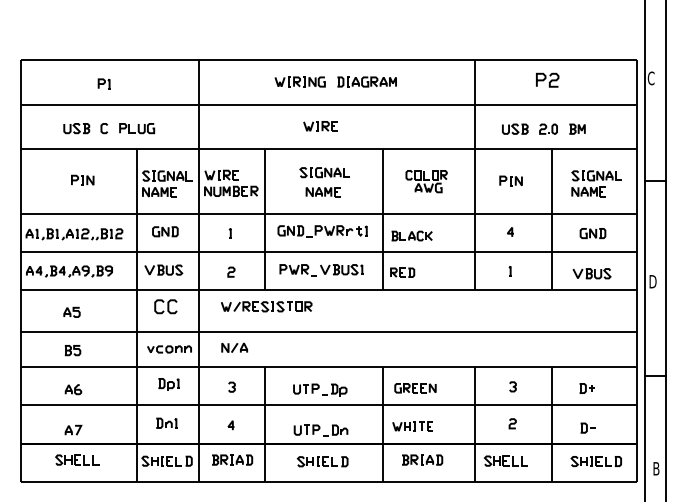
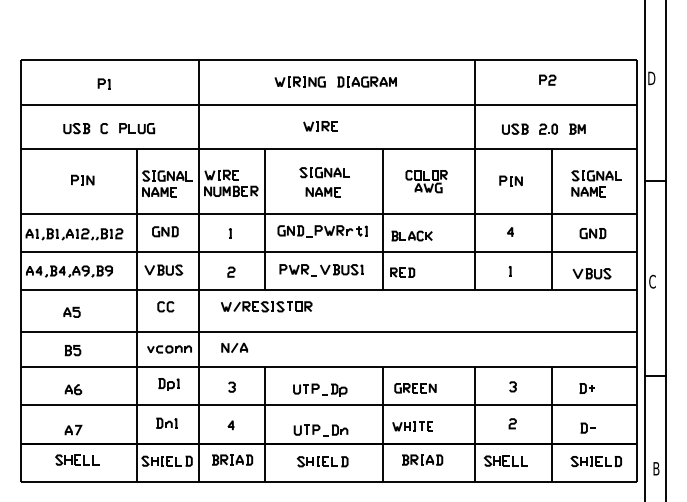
text at (651, 78): C -> D
part at (547, 79) size: 24x16 px -> 18x12 px
text at (652, 281): D -> C
part at (165, 306) size: 24x16 px -> 18x12 px
